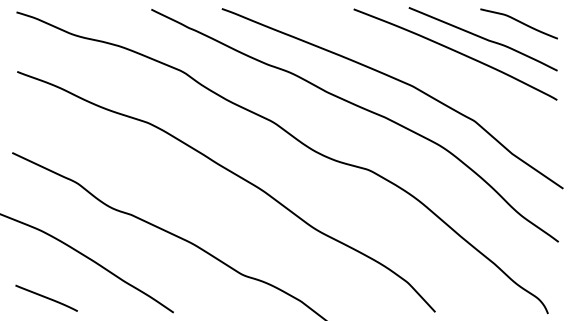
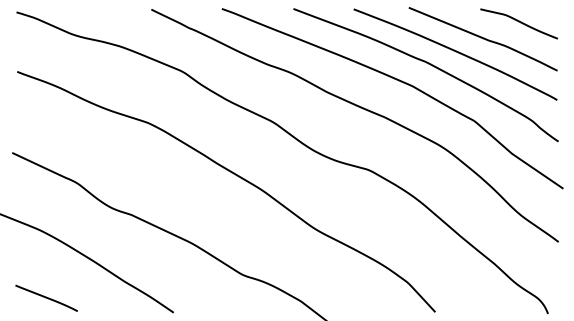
curve at (430, 65): none -> present
